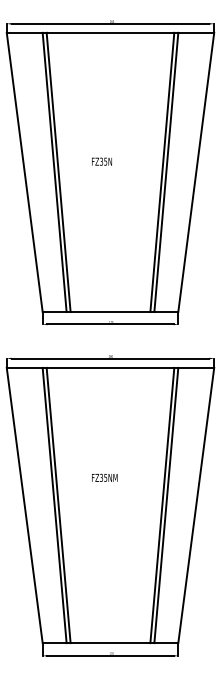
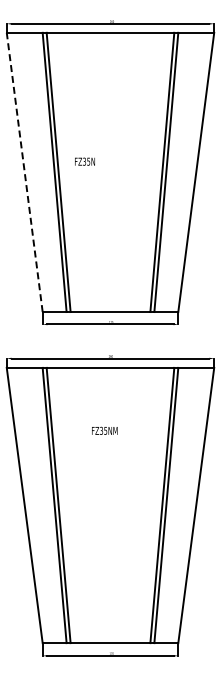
text at (101, 161) position: (101, 161) -> (84, 161)
line at (24, 172): solid -> dashed
text at (104, 477) position: (104, 477) -> (104, 430)
